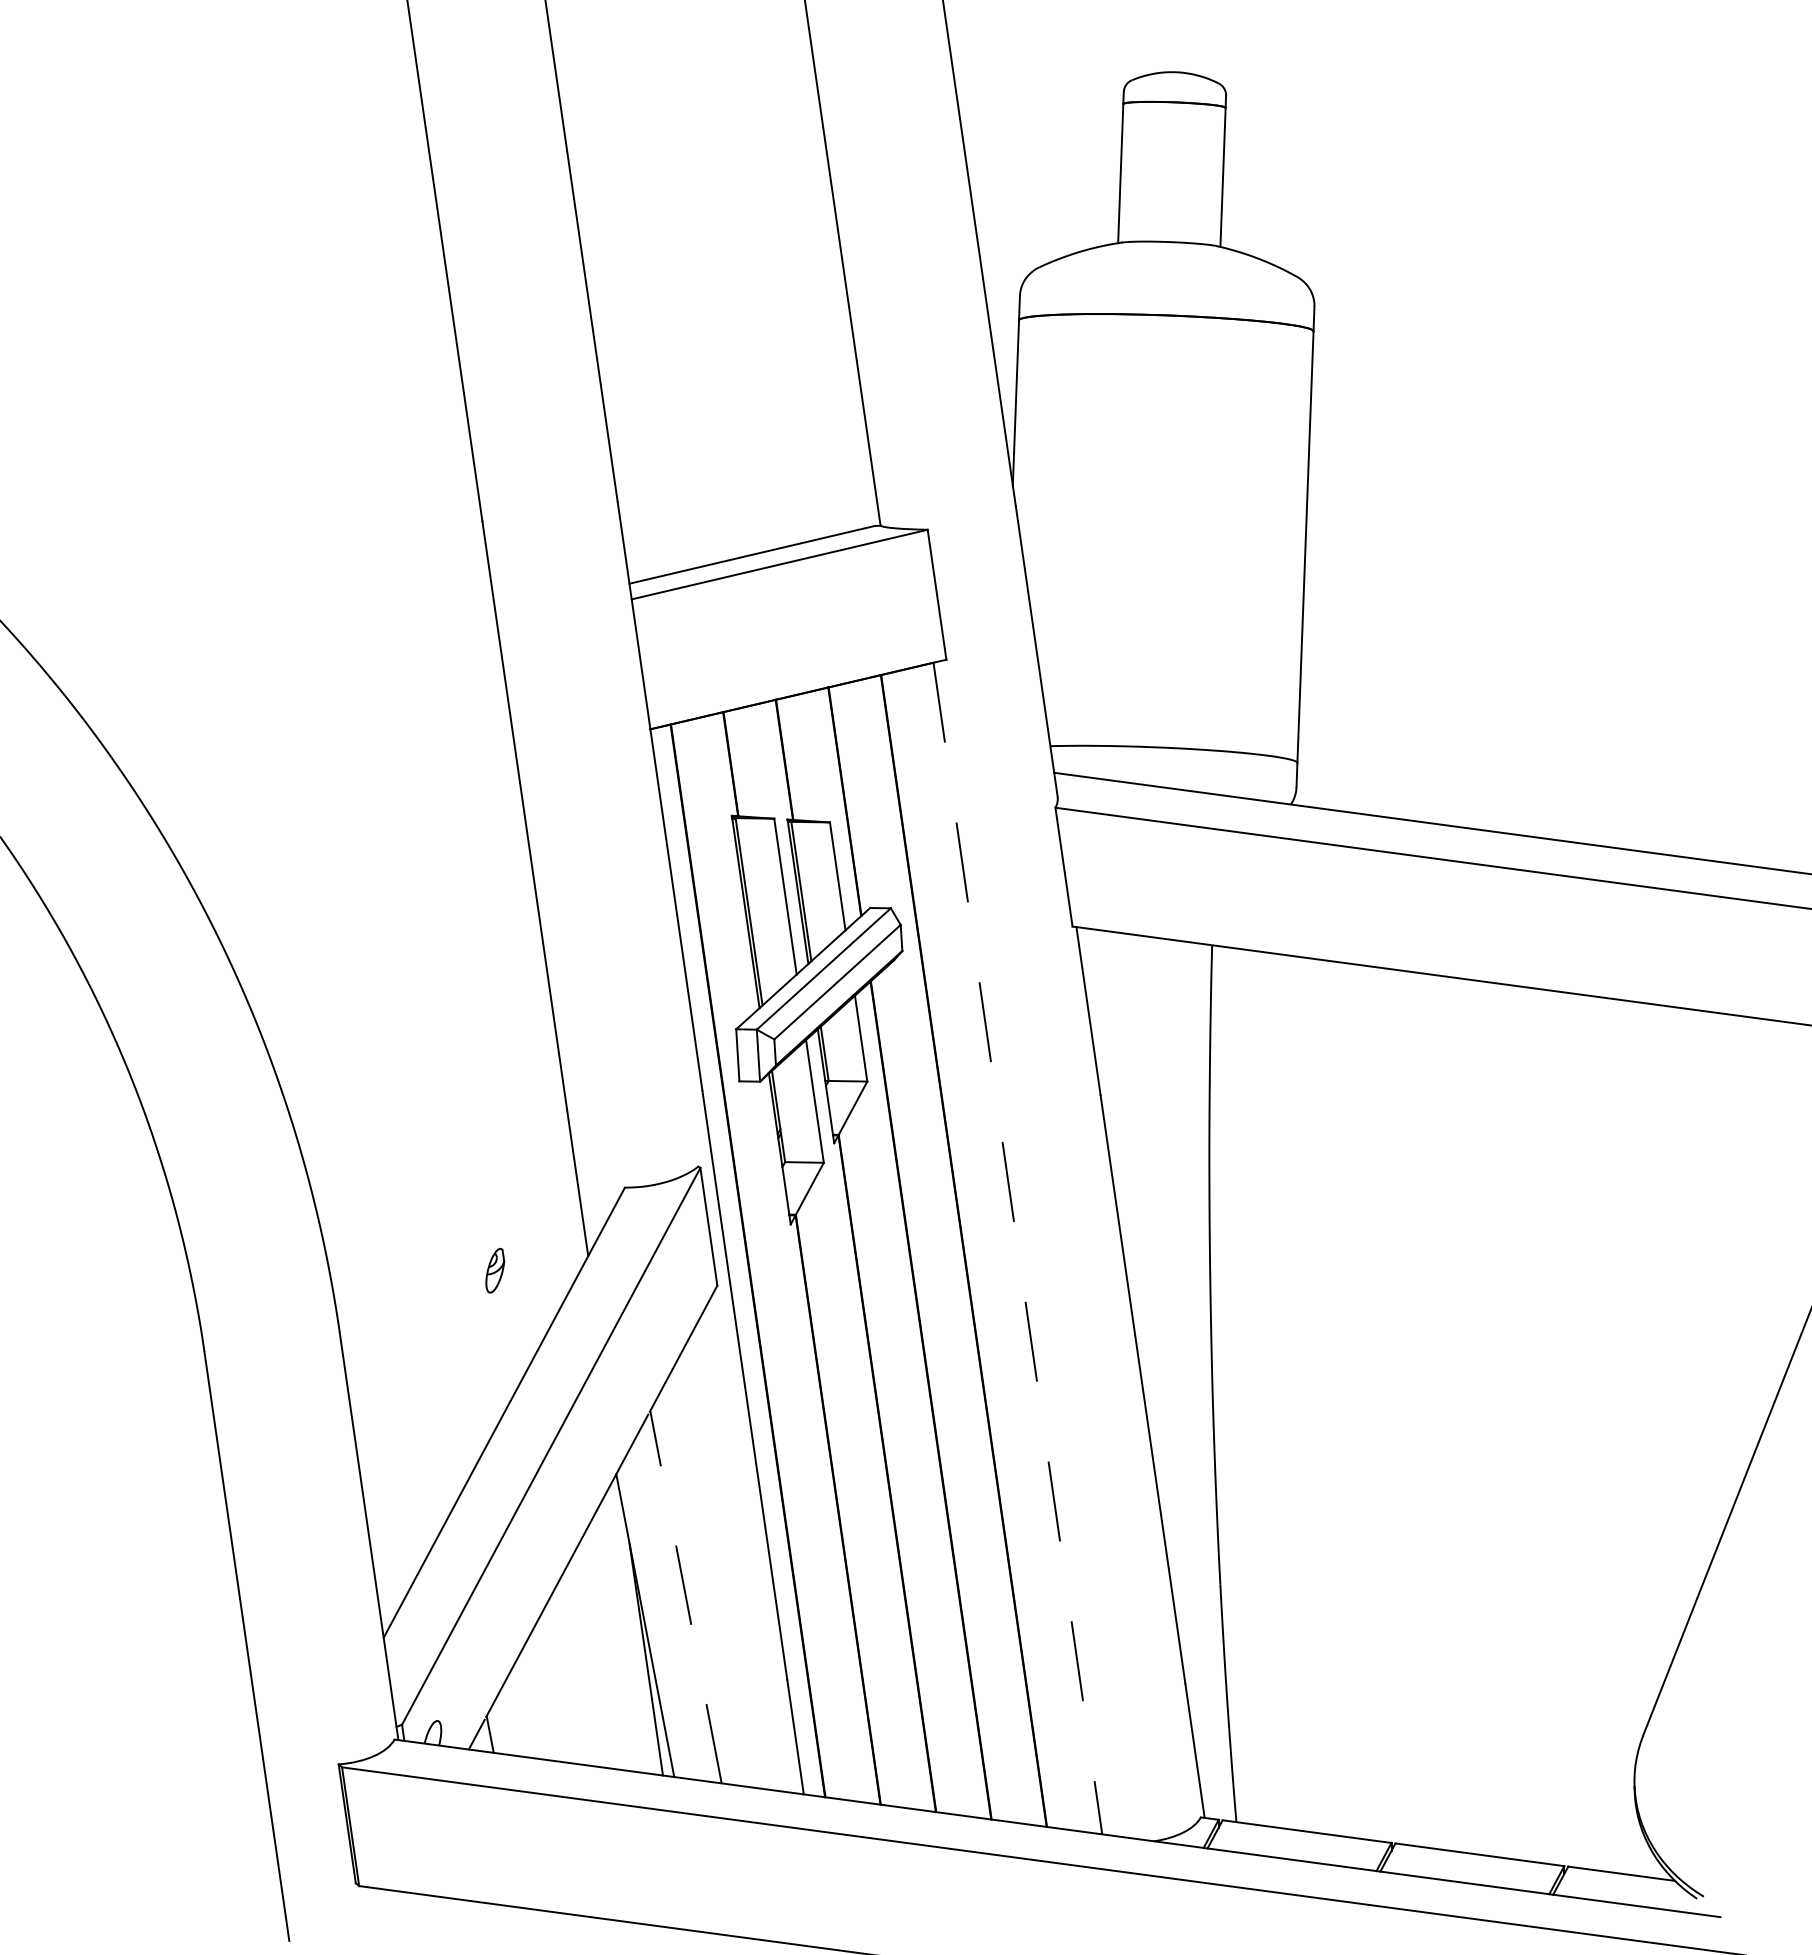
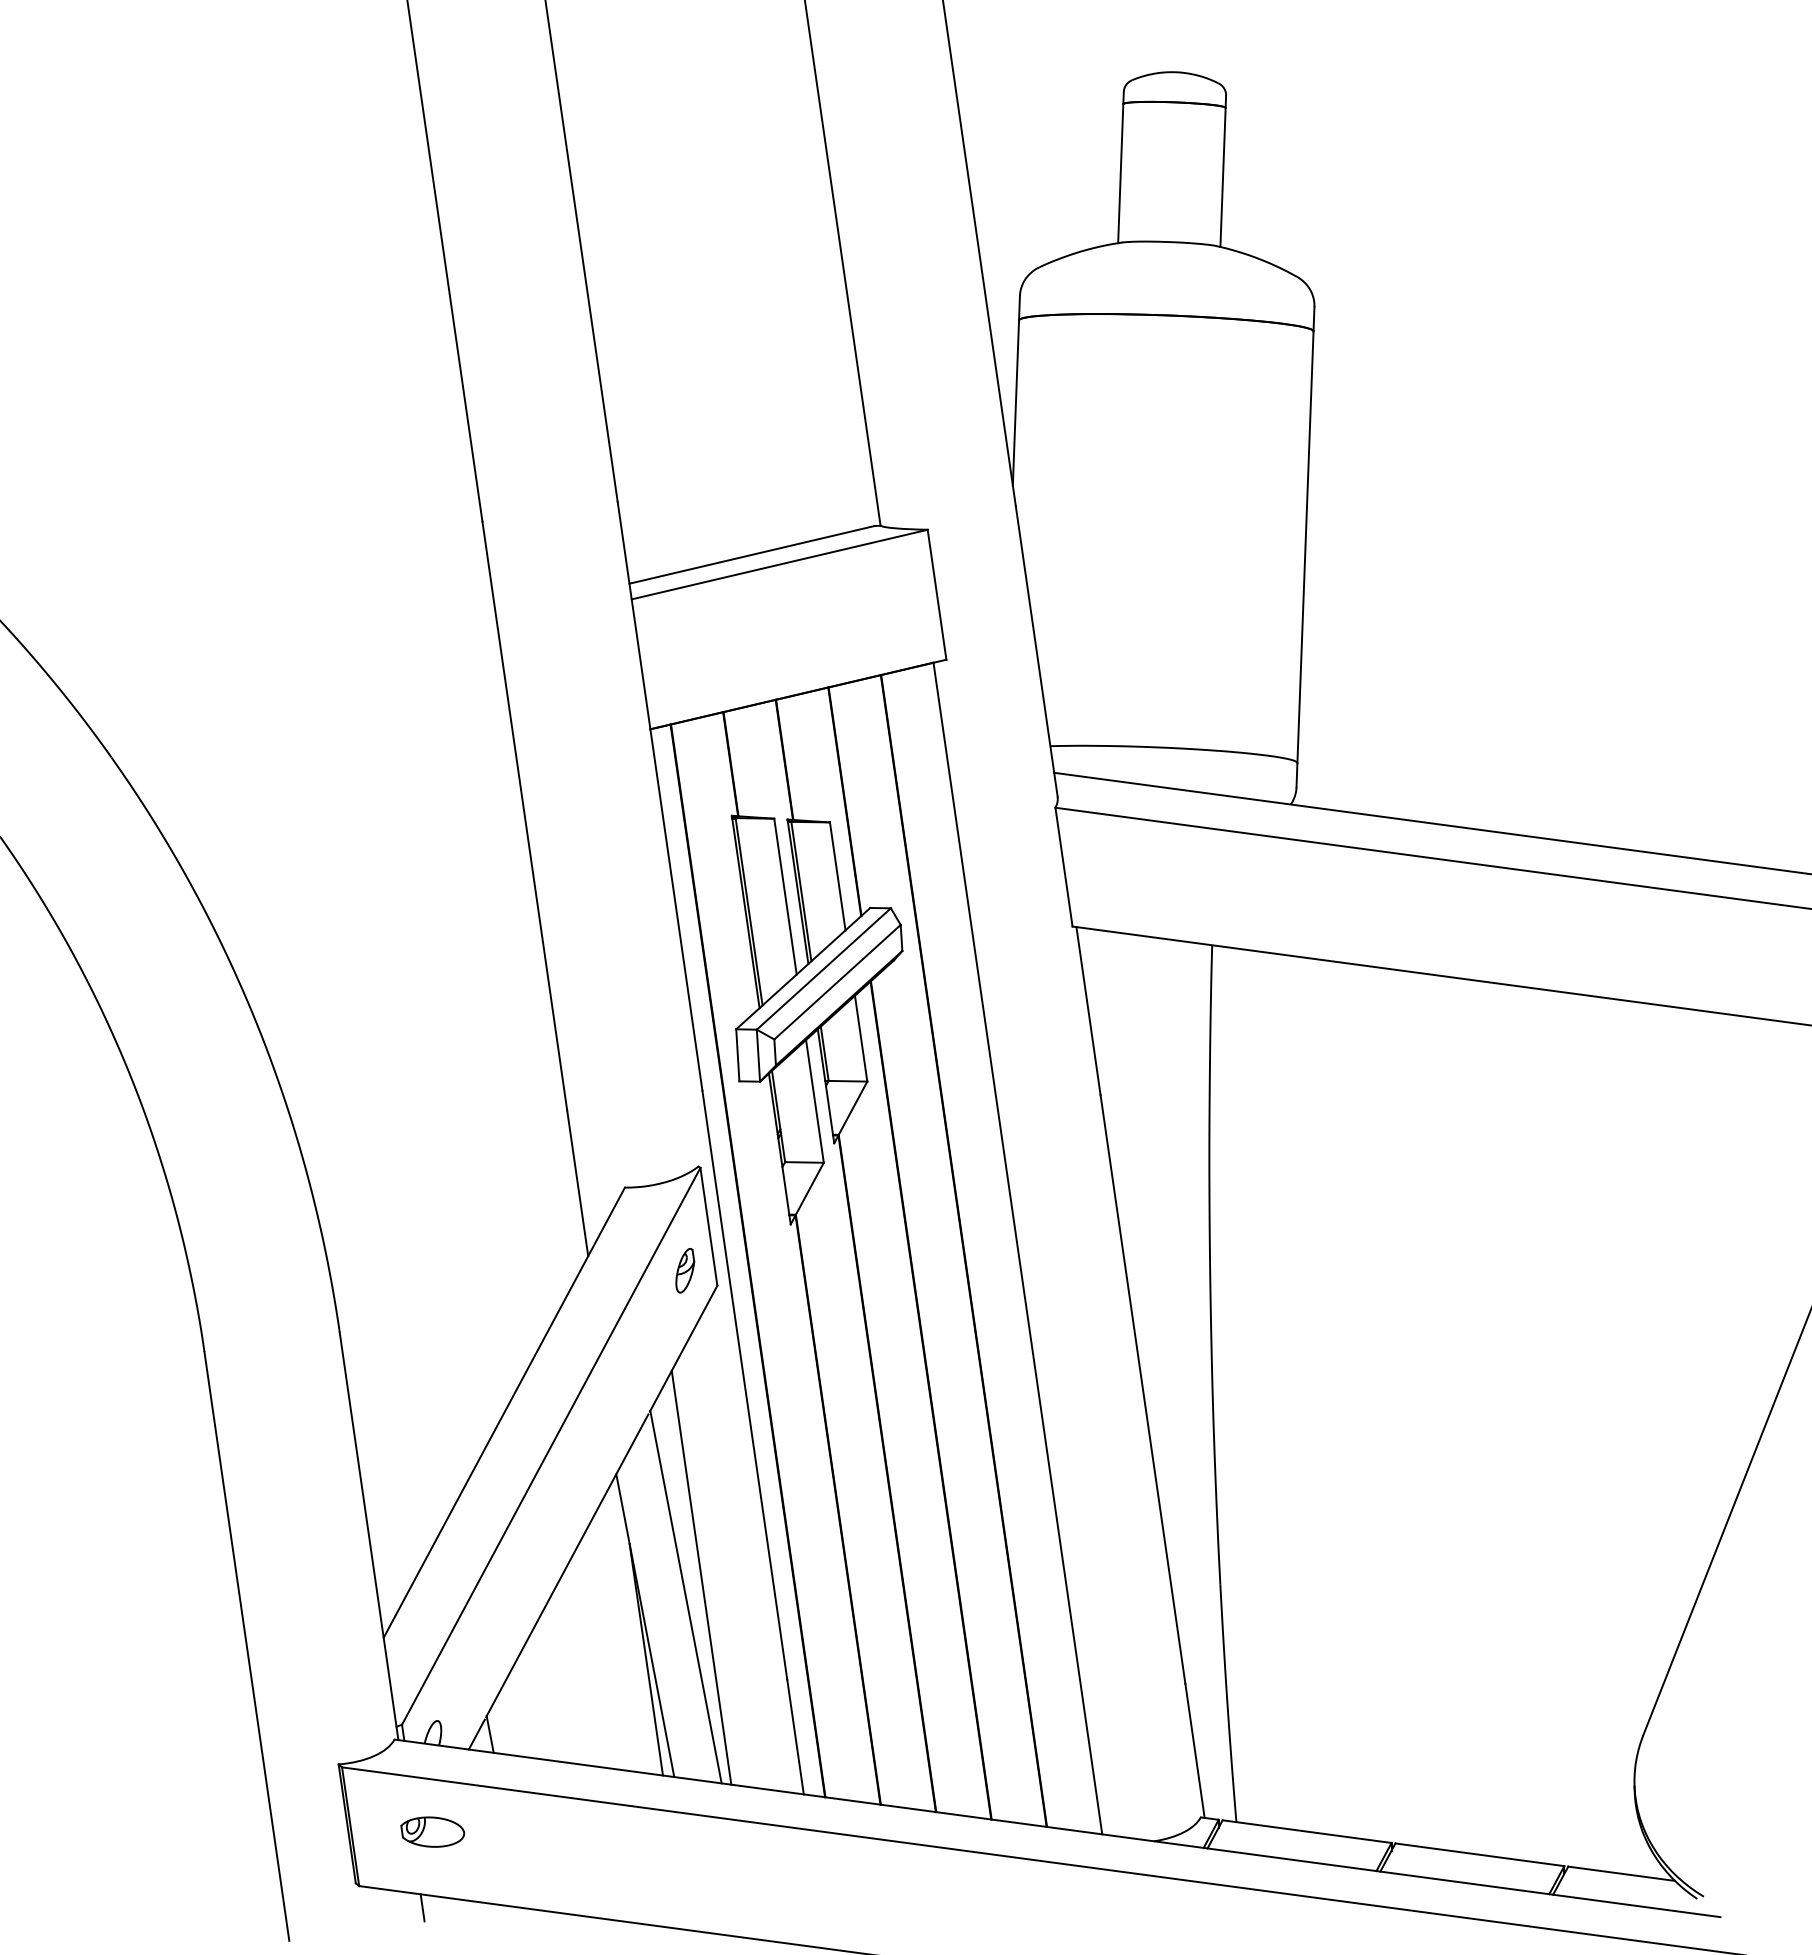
line at (1017, 1248): dashed -> solid
part at (495, 1270) position: (495, 1270) -> (685, 1270)
line at (701, 1577): none -> present
line at (685, 1597): dashed -> solid
part at (432, 1831): none -> present
line at (422, 1907): none -> present
